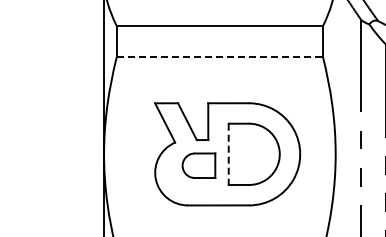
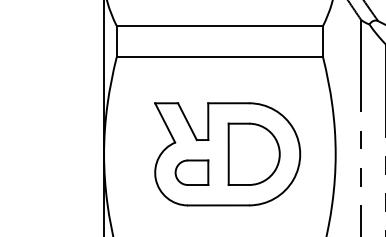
line at (220, 57): dashed -> solid
line at (228, 154): dashed -> solid
part at (198, 165) position: (198, 165) -> (191, 172)
